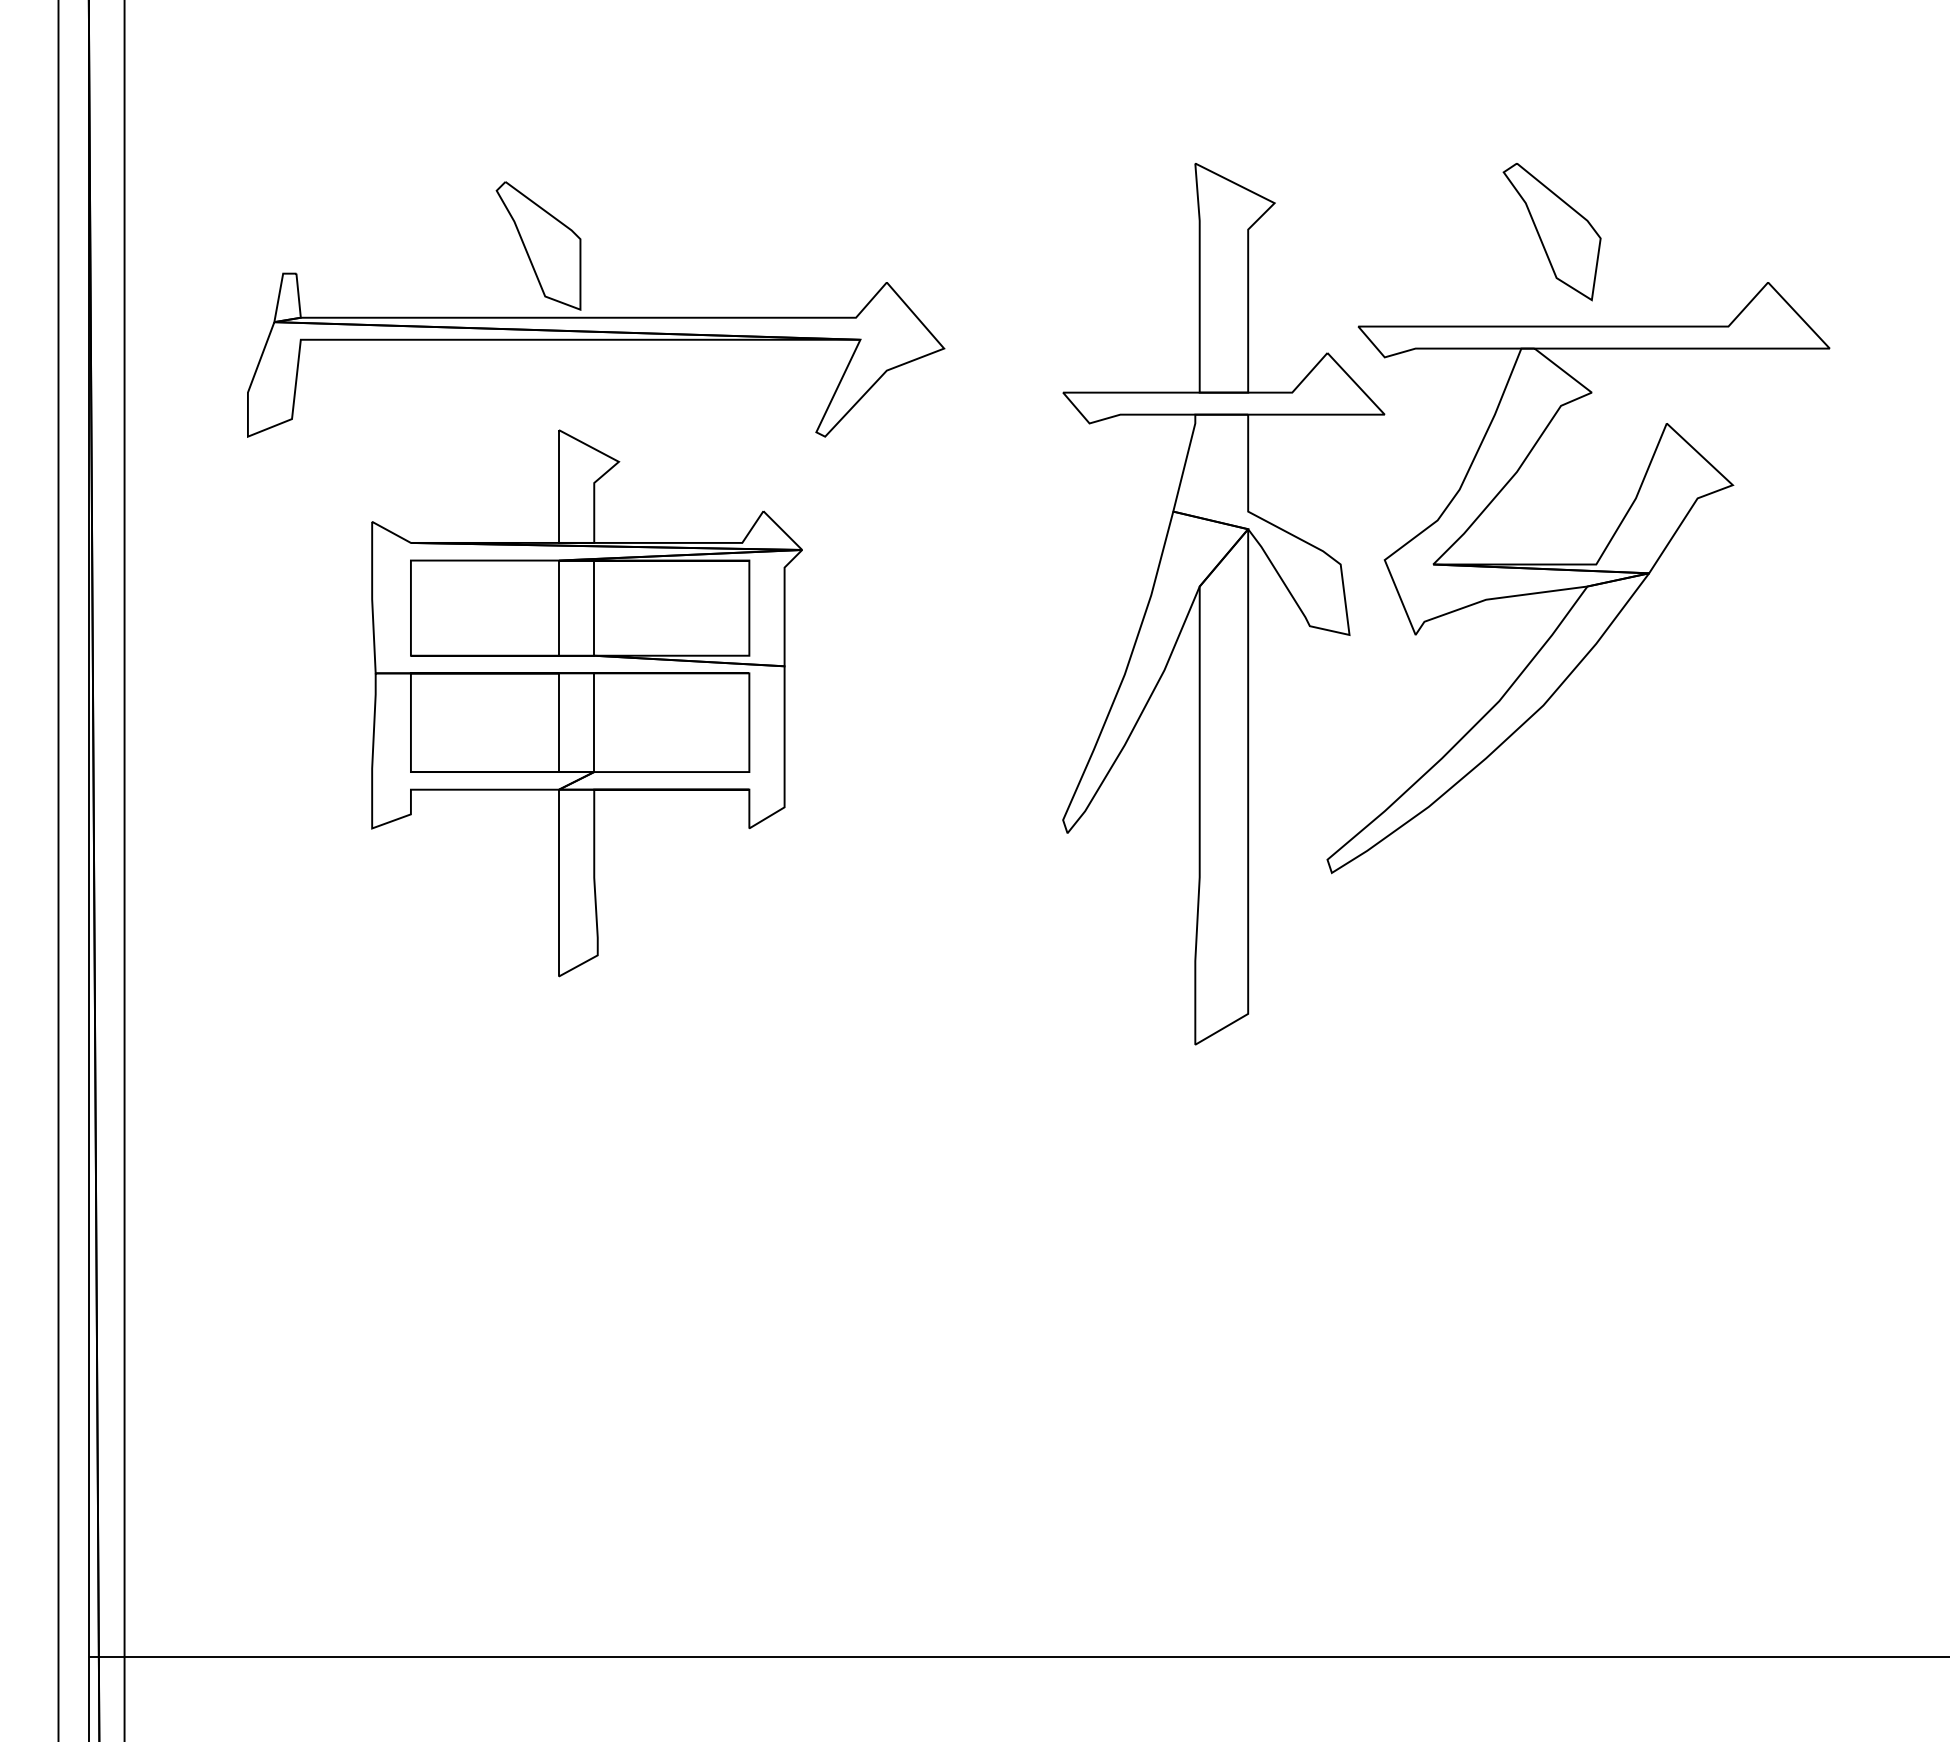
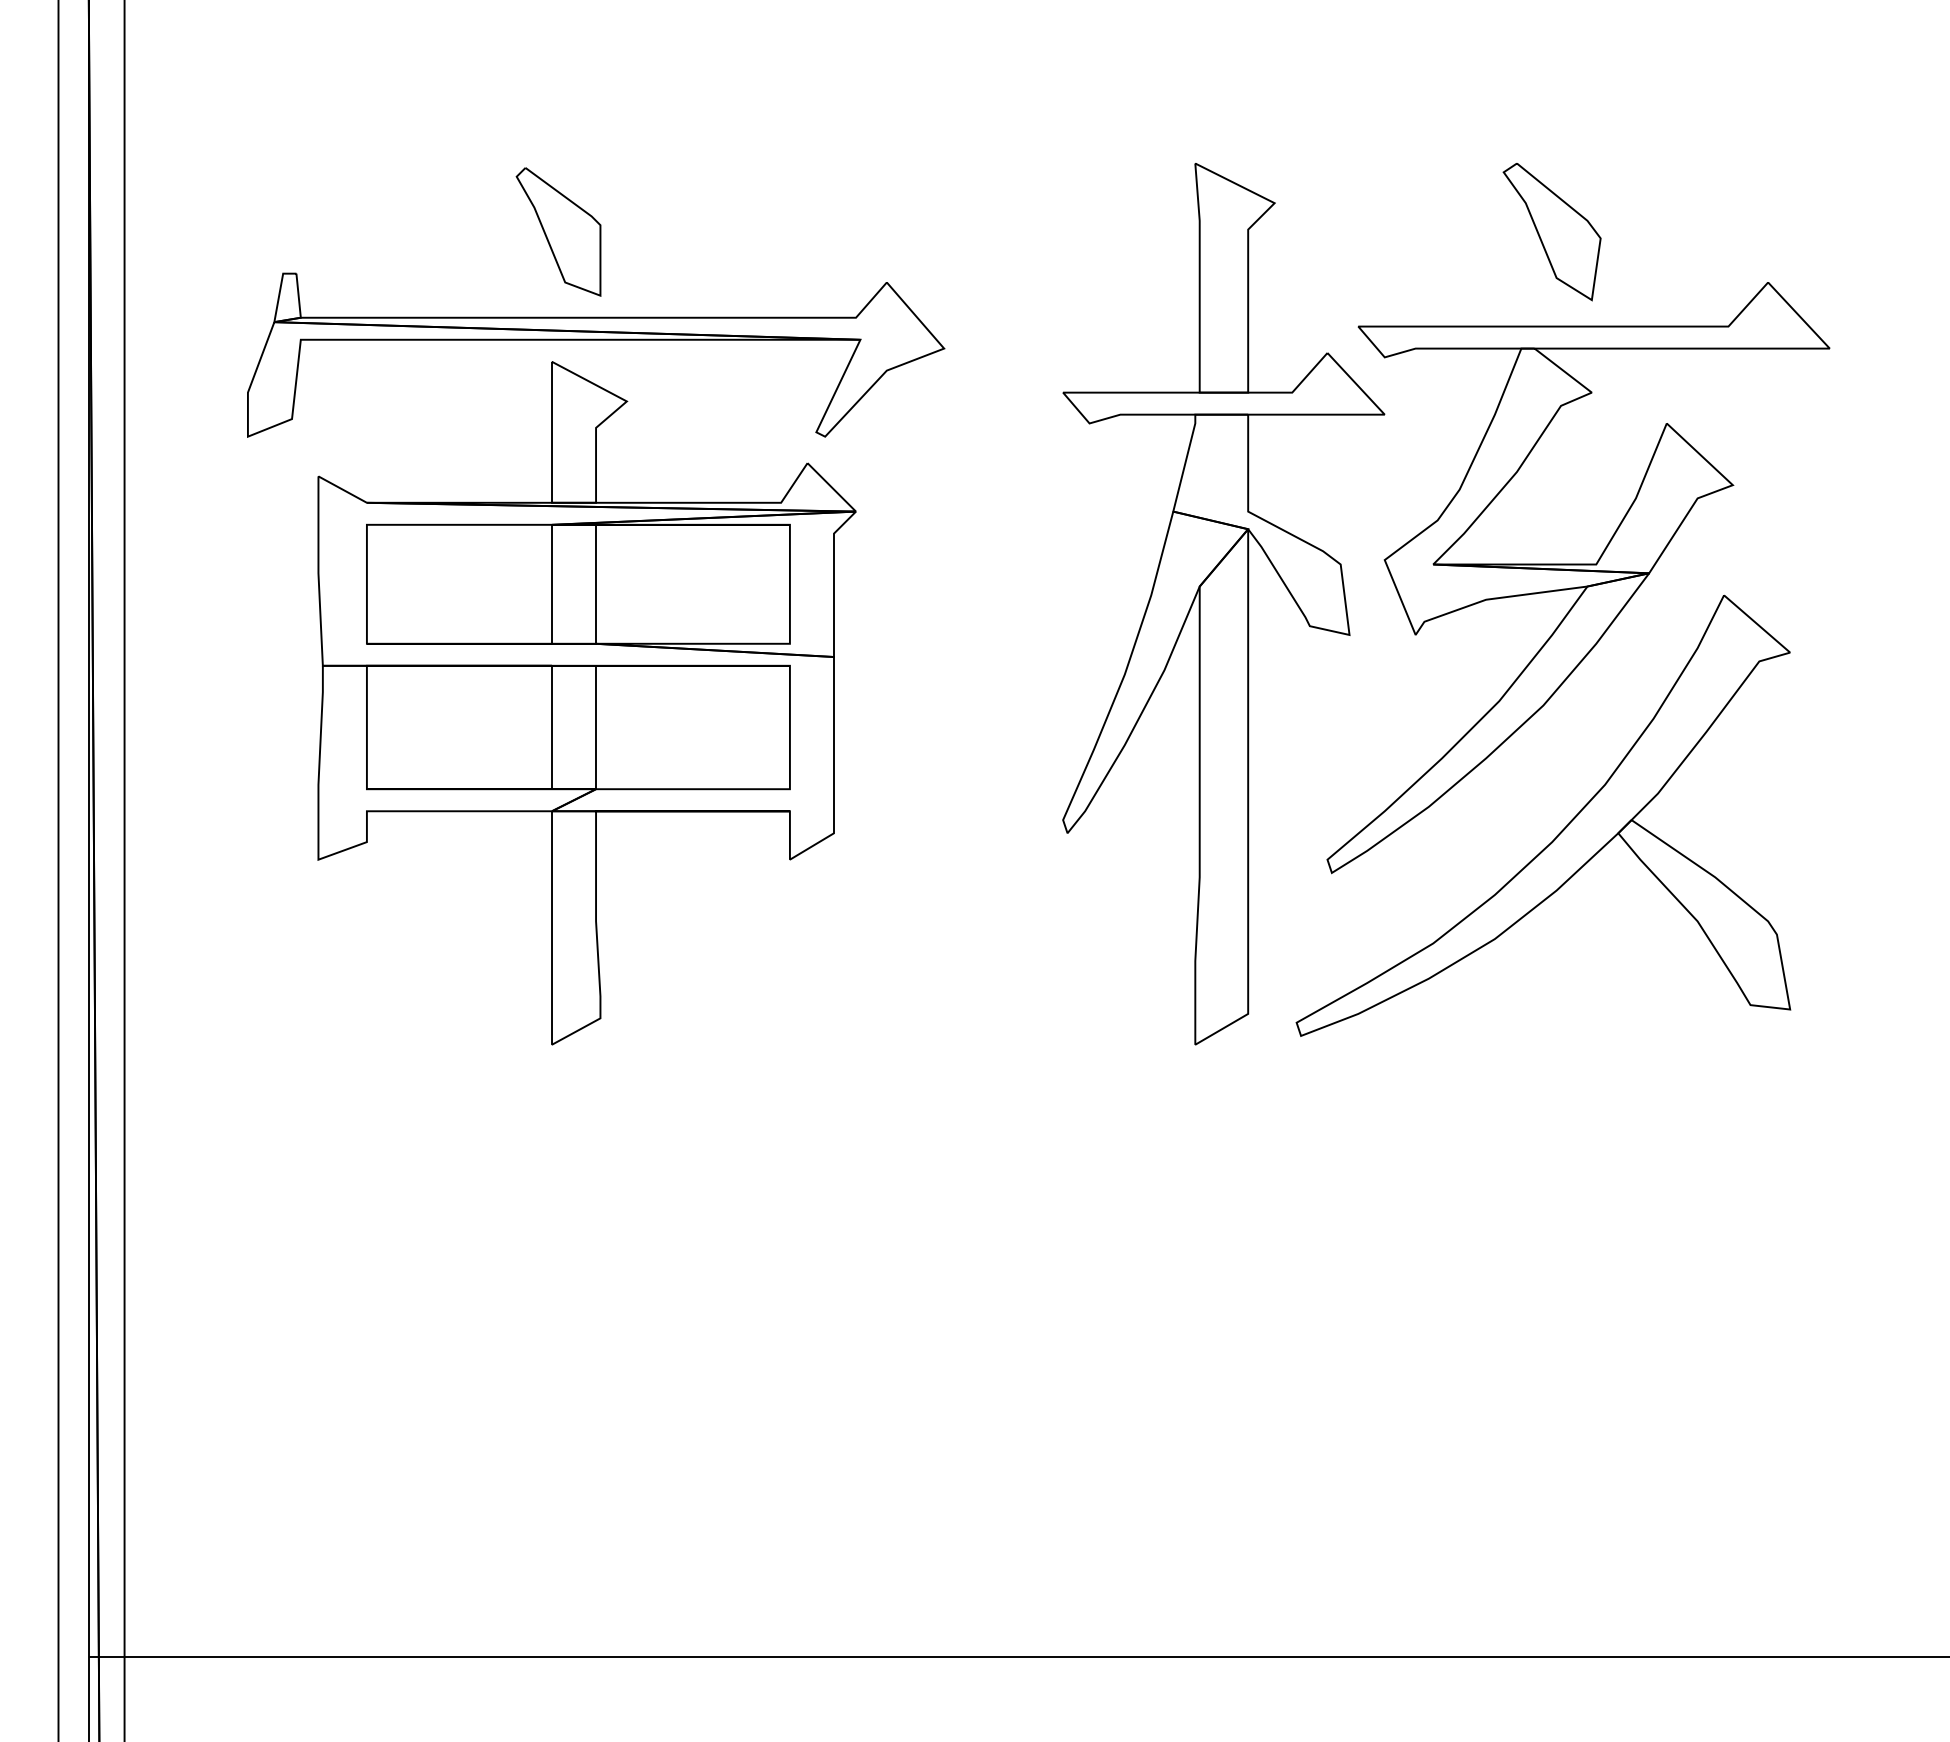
part at (538, 245) position: (538, 245) -> (558, 231)
part at (586, 703) size: 432x549 px -> 540x685 px
part at (1560, 831): none -> present
